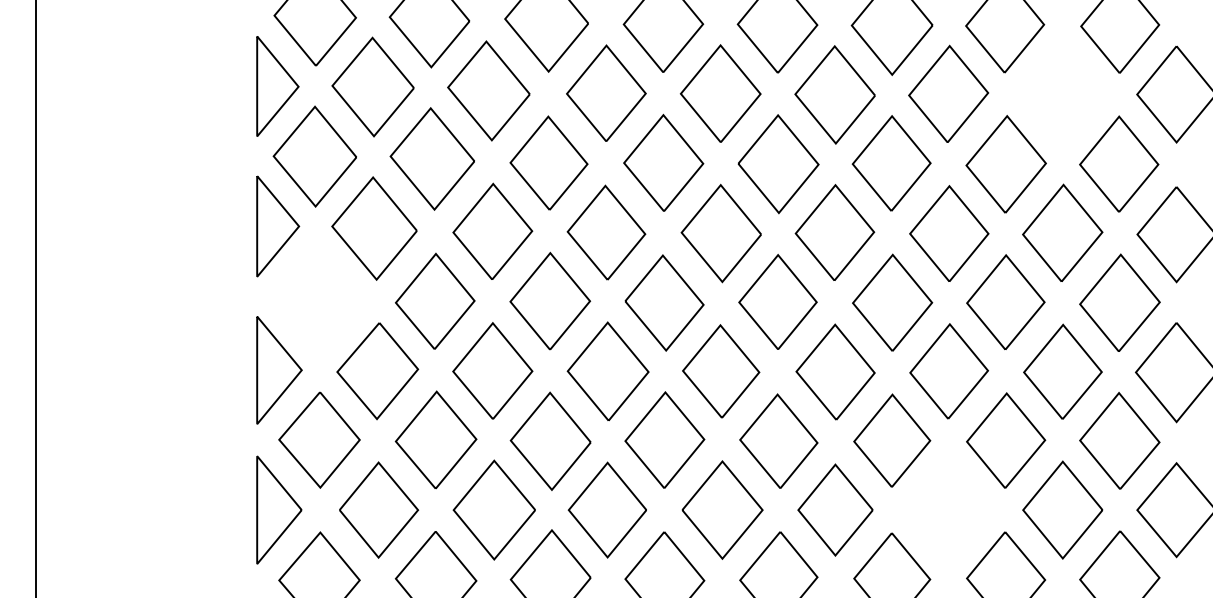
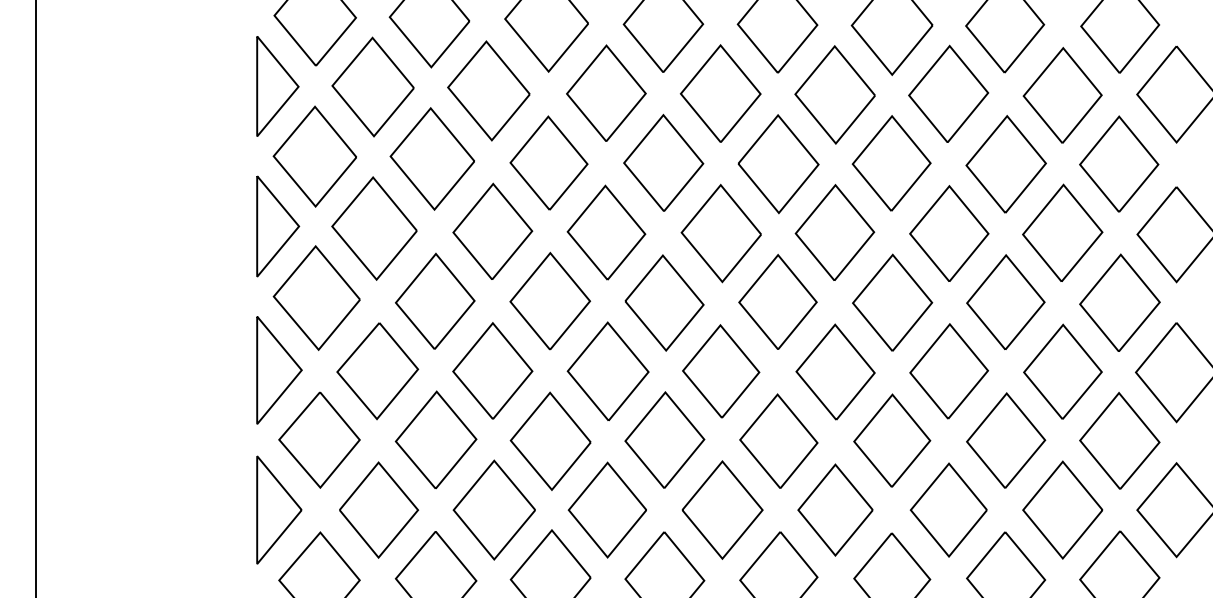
part at (1062, 95): none -> present
part at (316, 297): none -> present
part at (948, 509): none -> present
